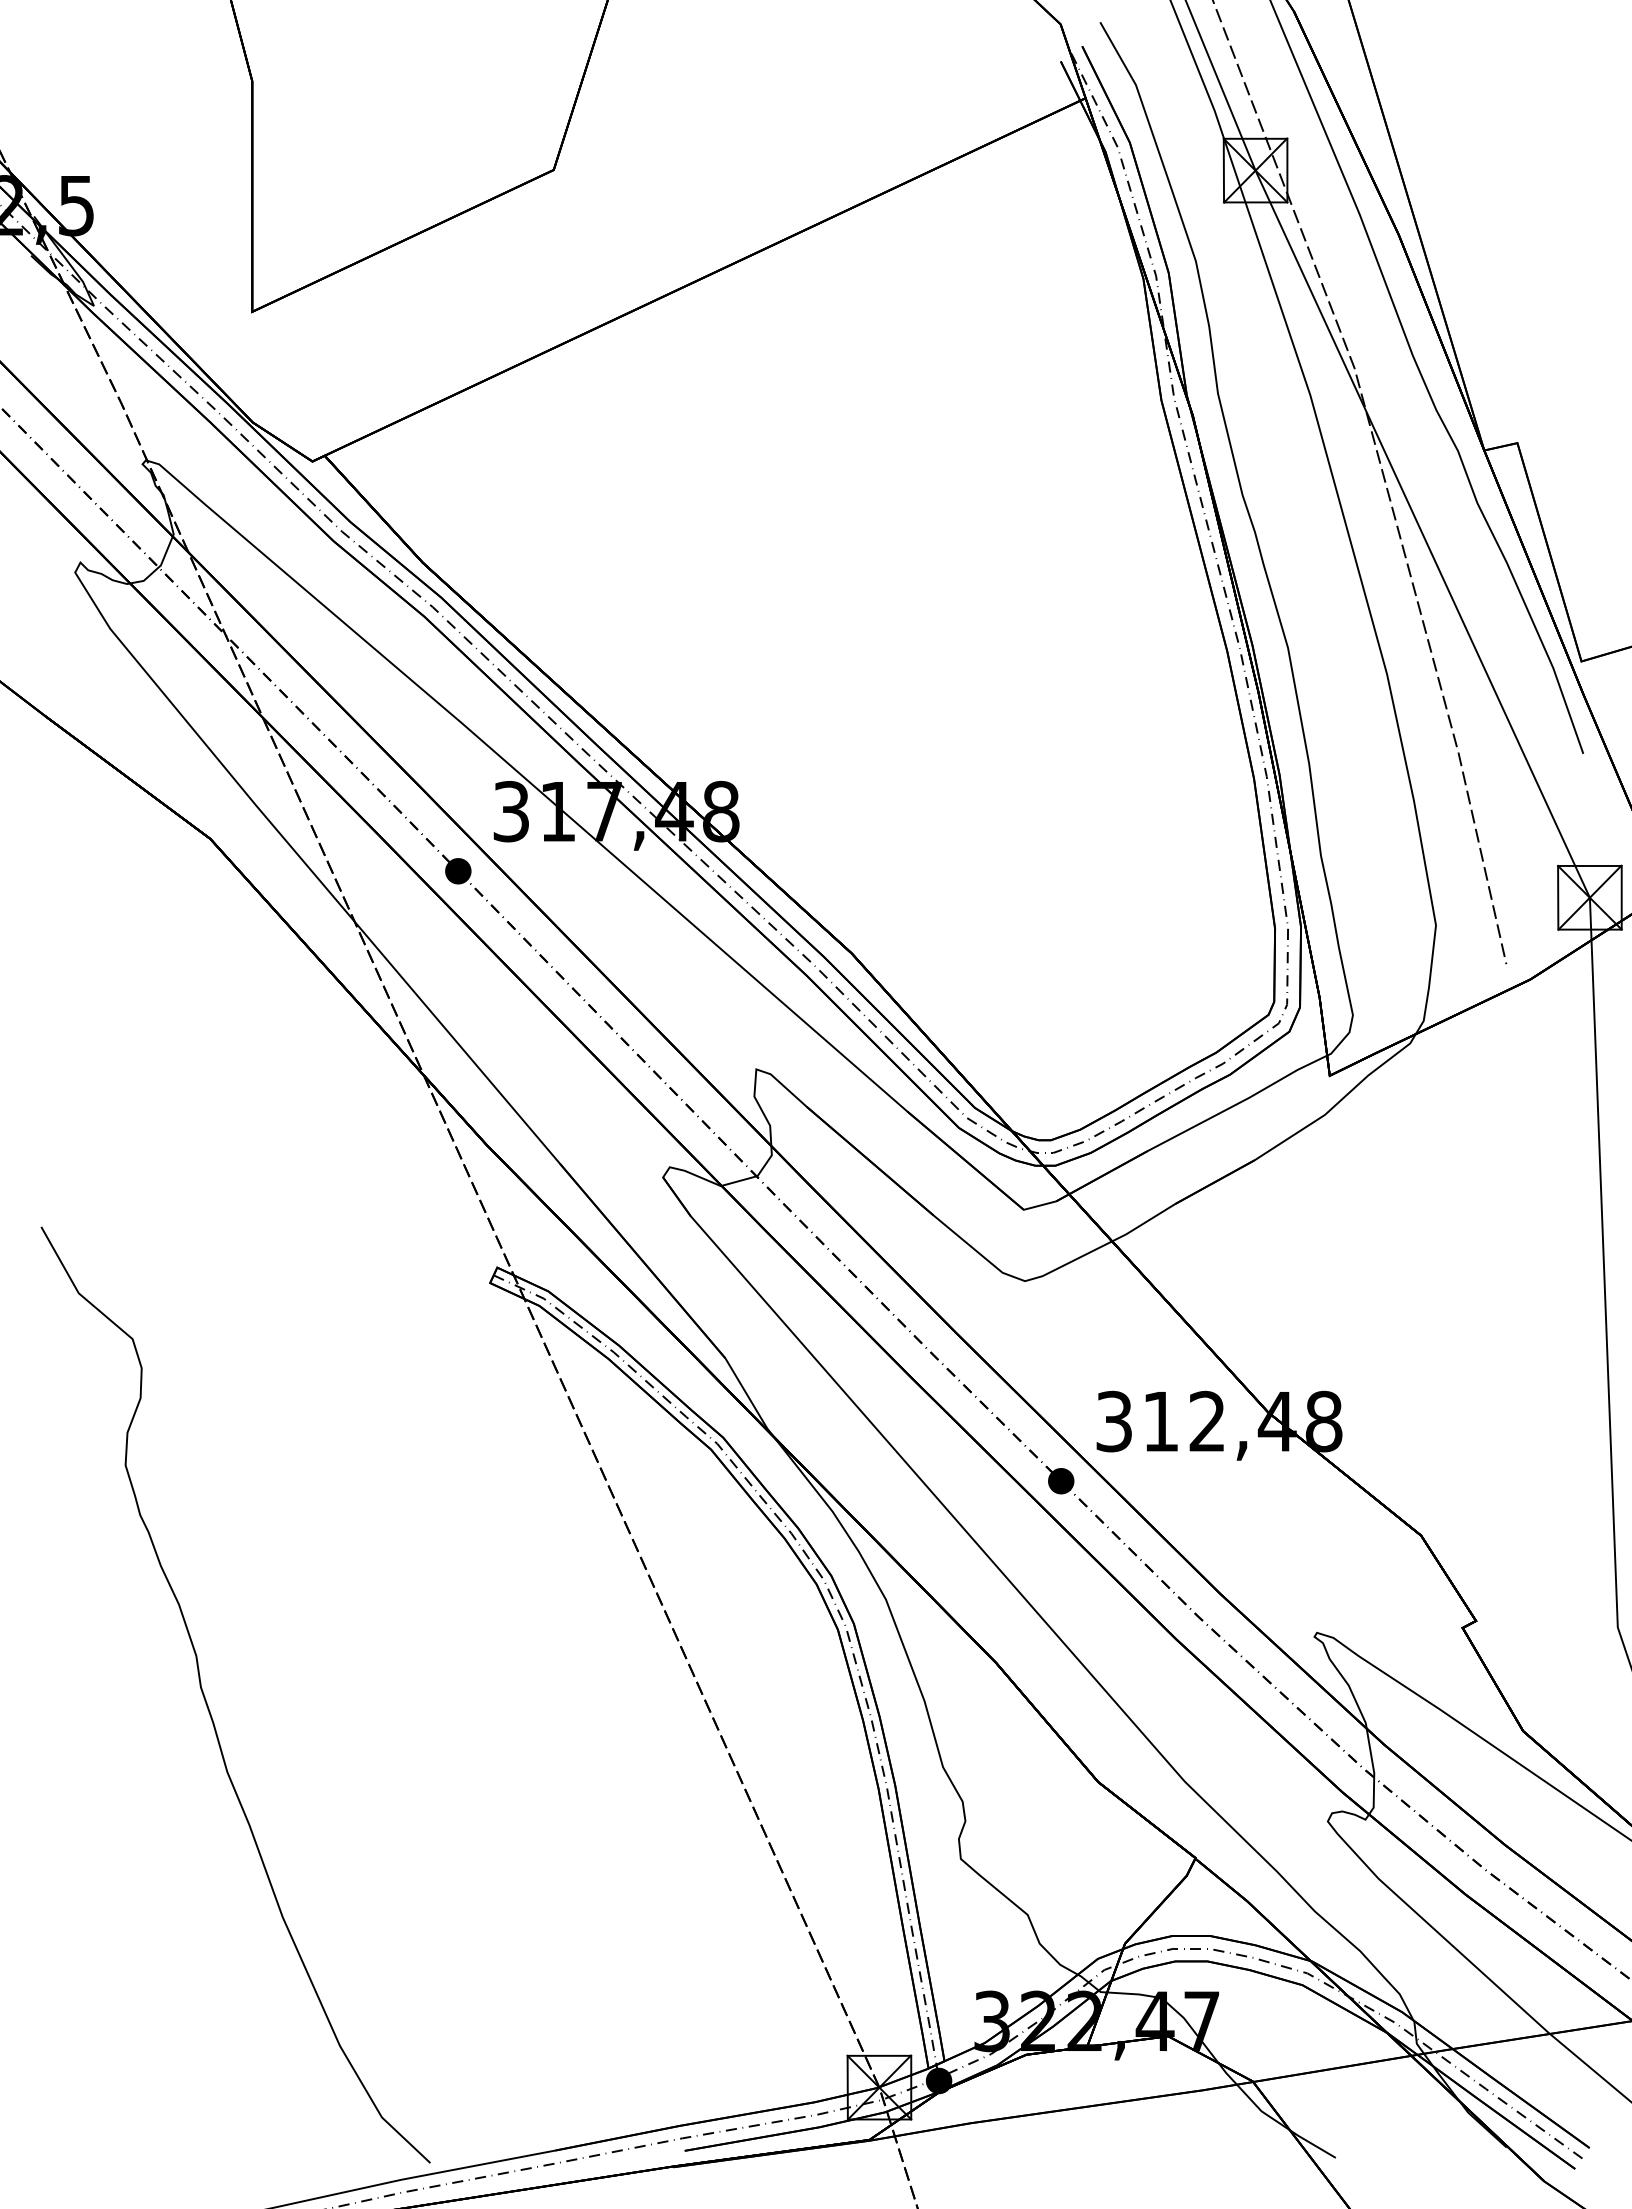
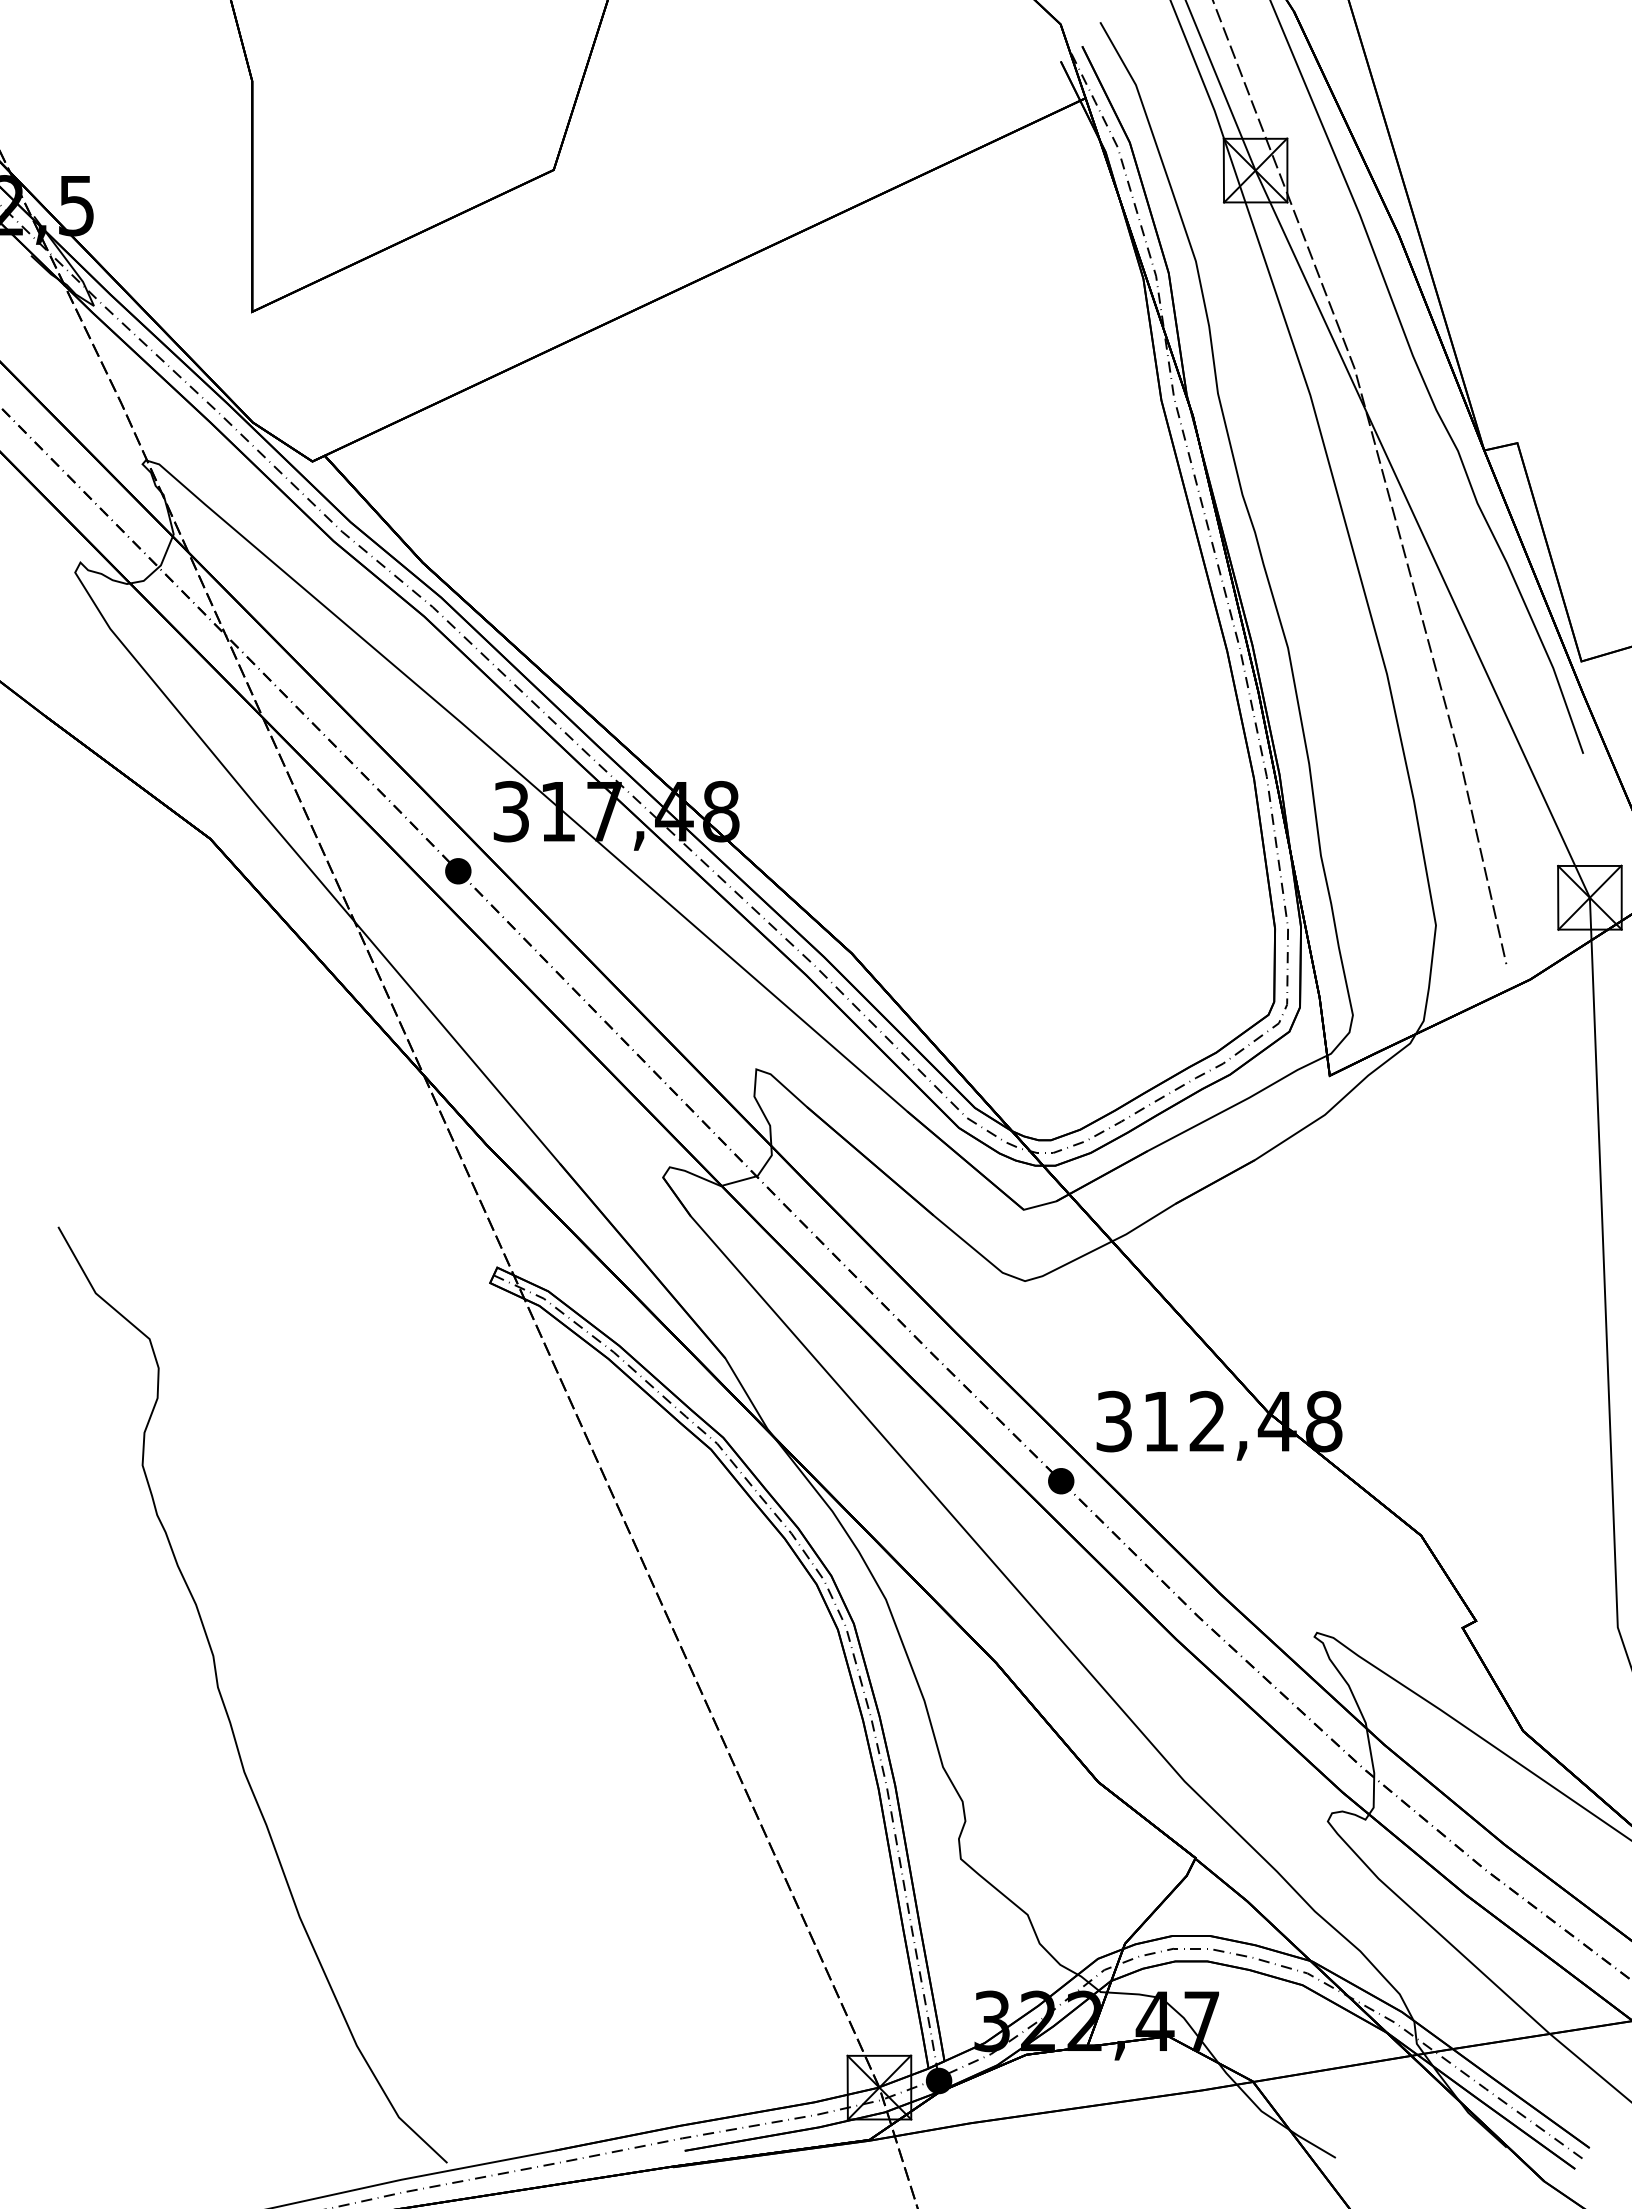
curve at (207, 1702) position: (207, 1702) -> (224, 1702)
